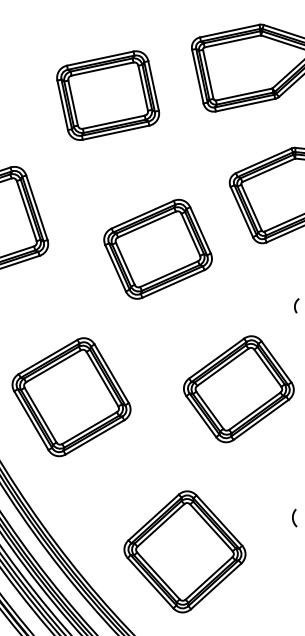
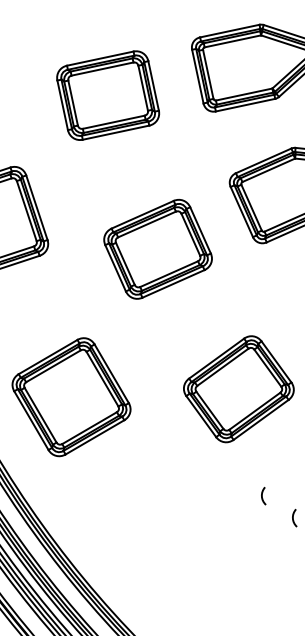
curve at (296, 304): present -> none
curve at (262, 495): none -> present
part at (184, 551): present -> none
